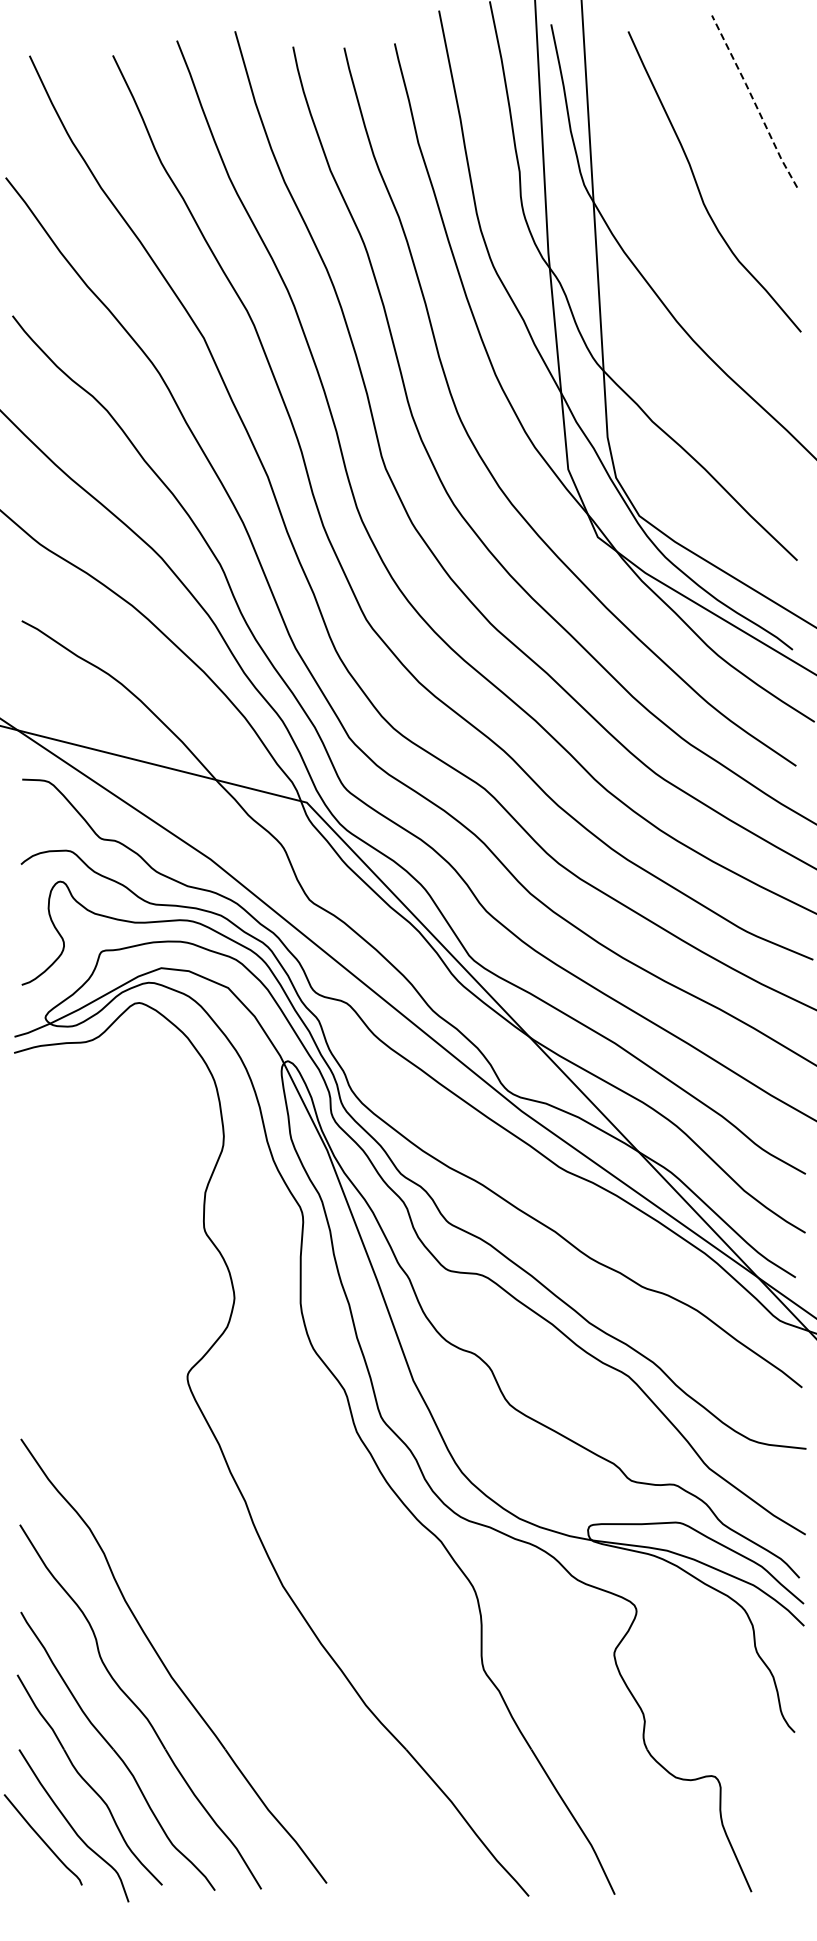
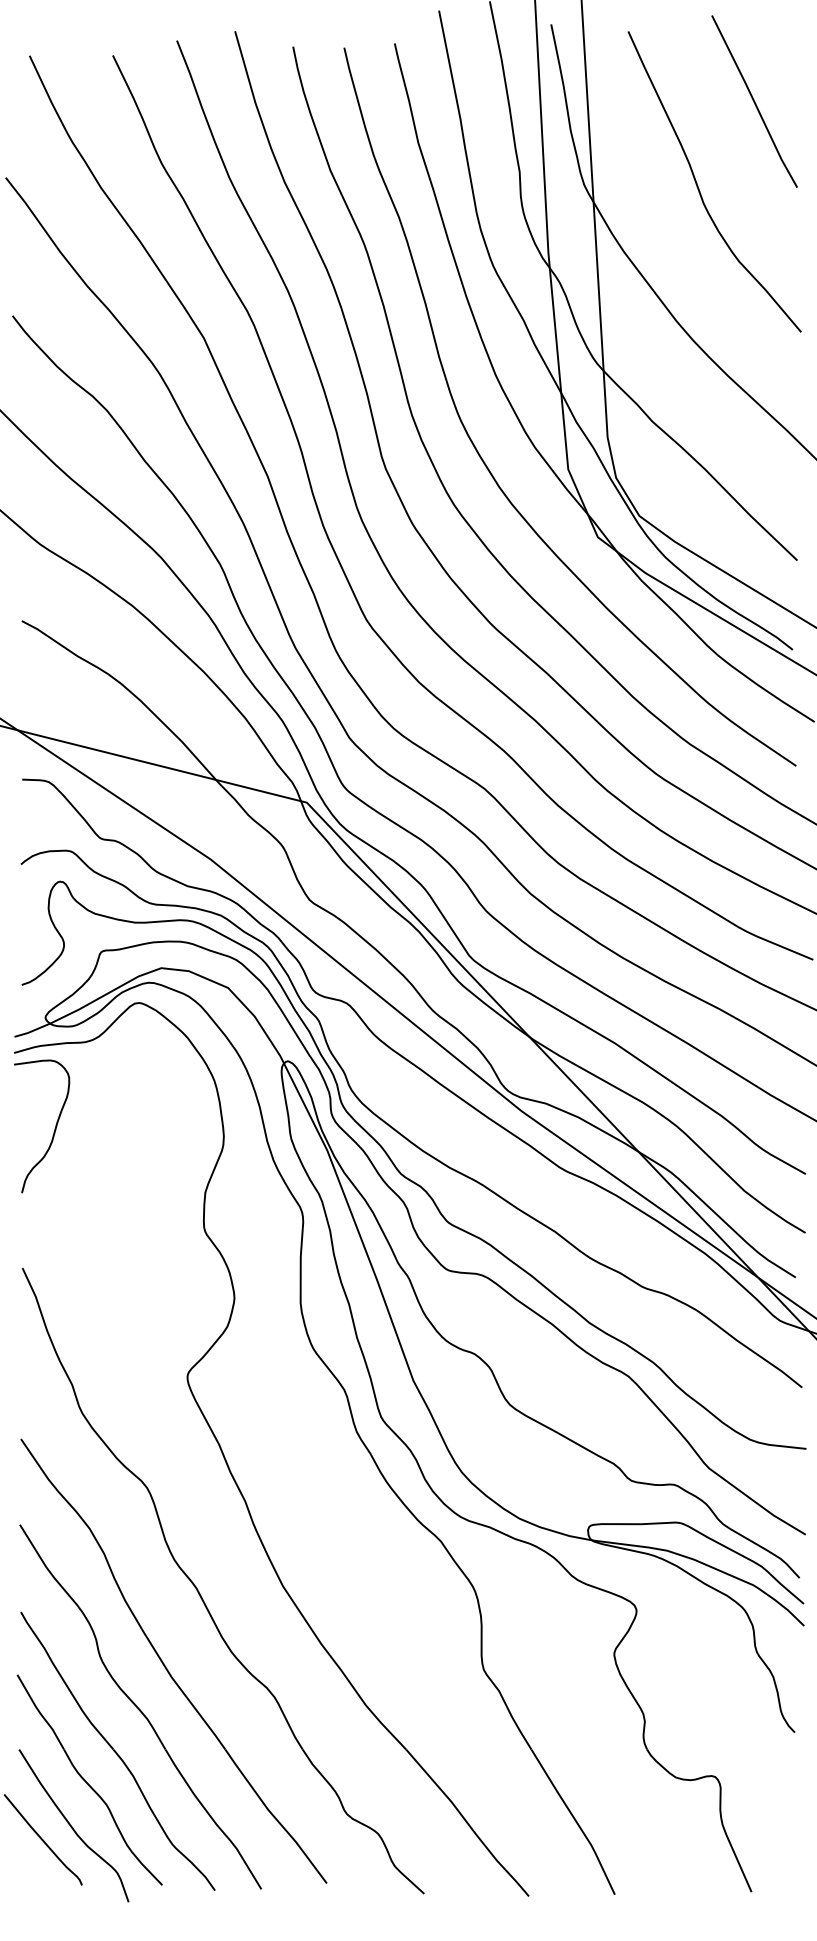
line at (754, 101): dashed -> solid
curve at (54, 1128): none -> present
part at (200, 1593): none -> present
